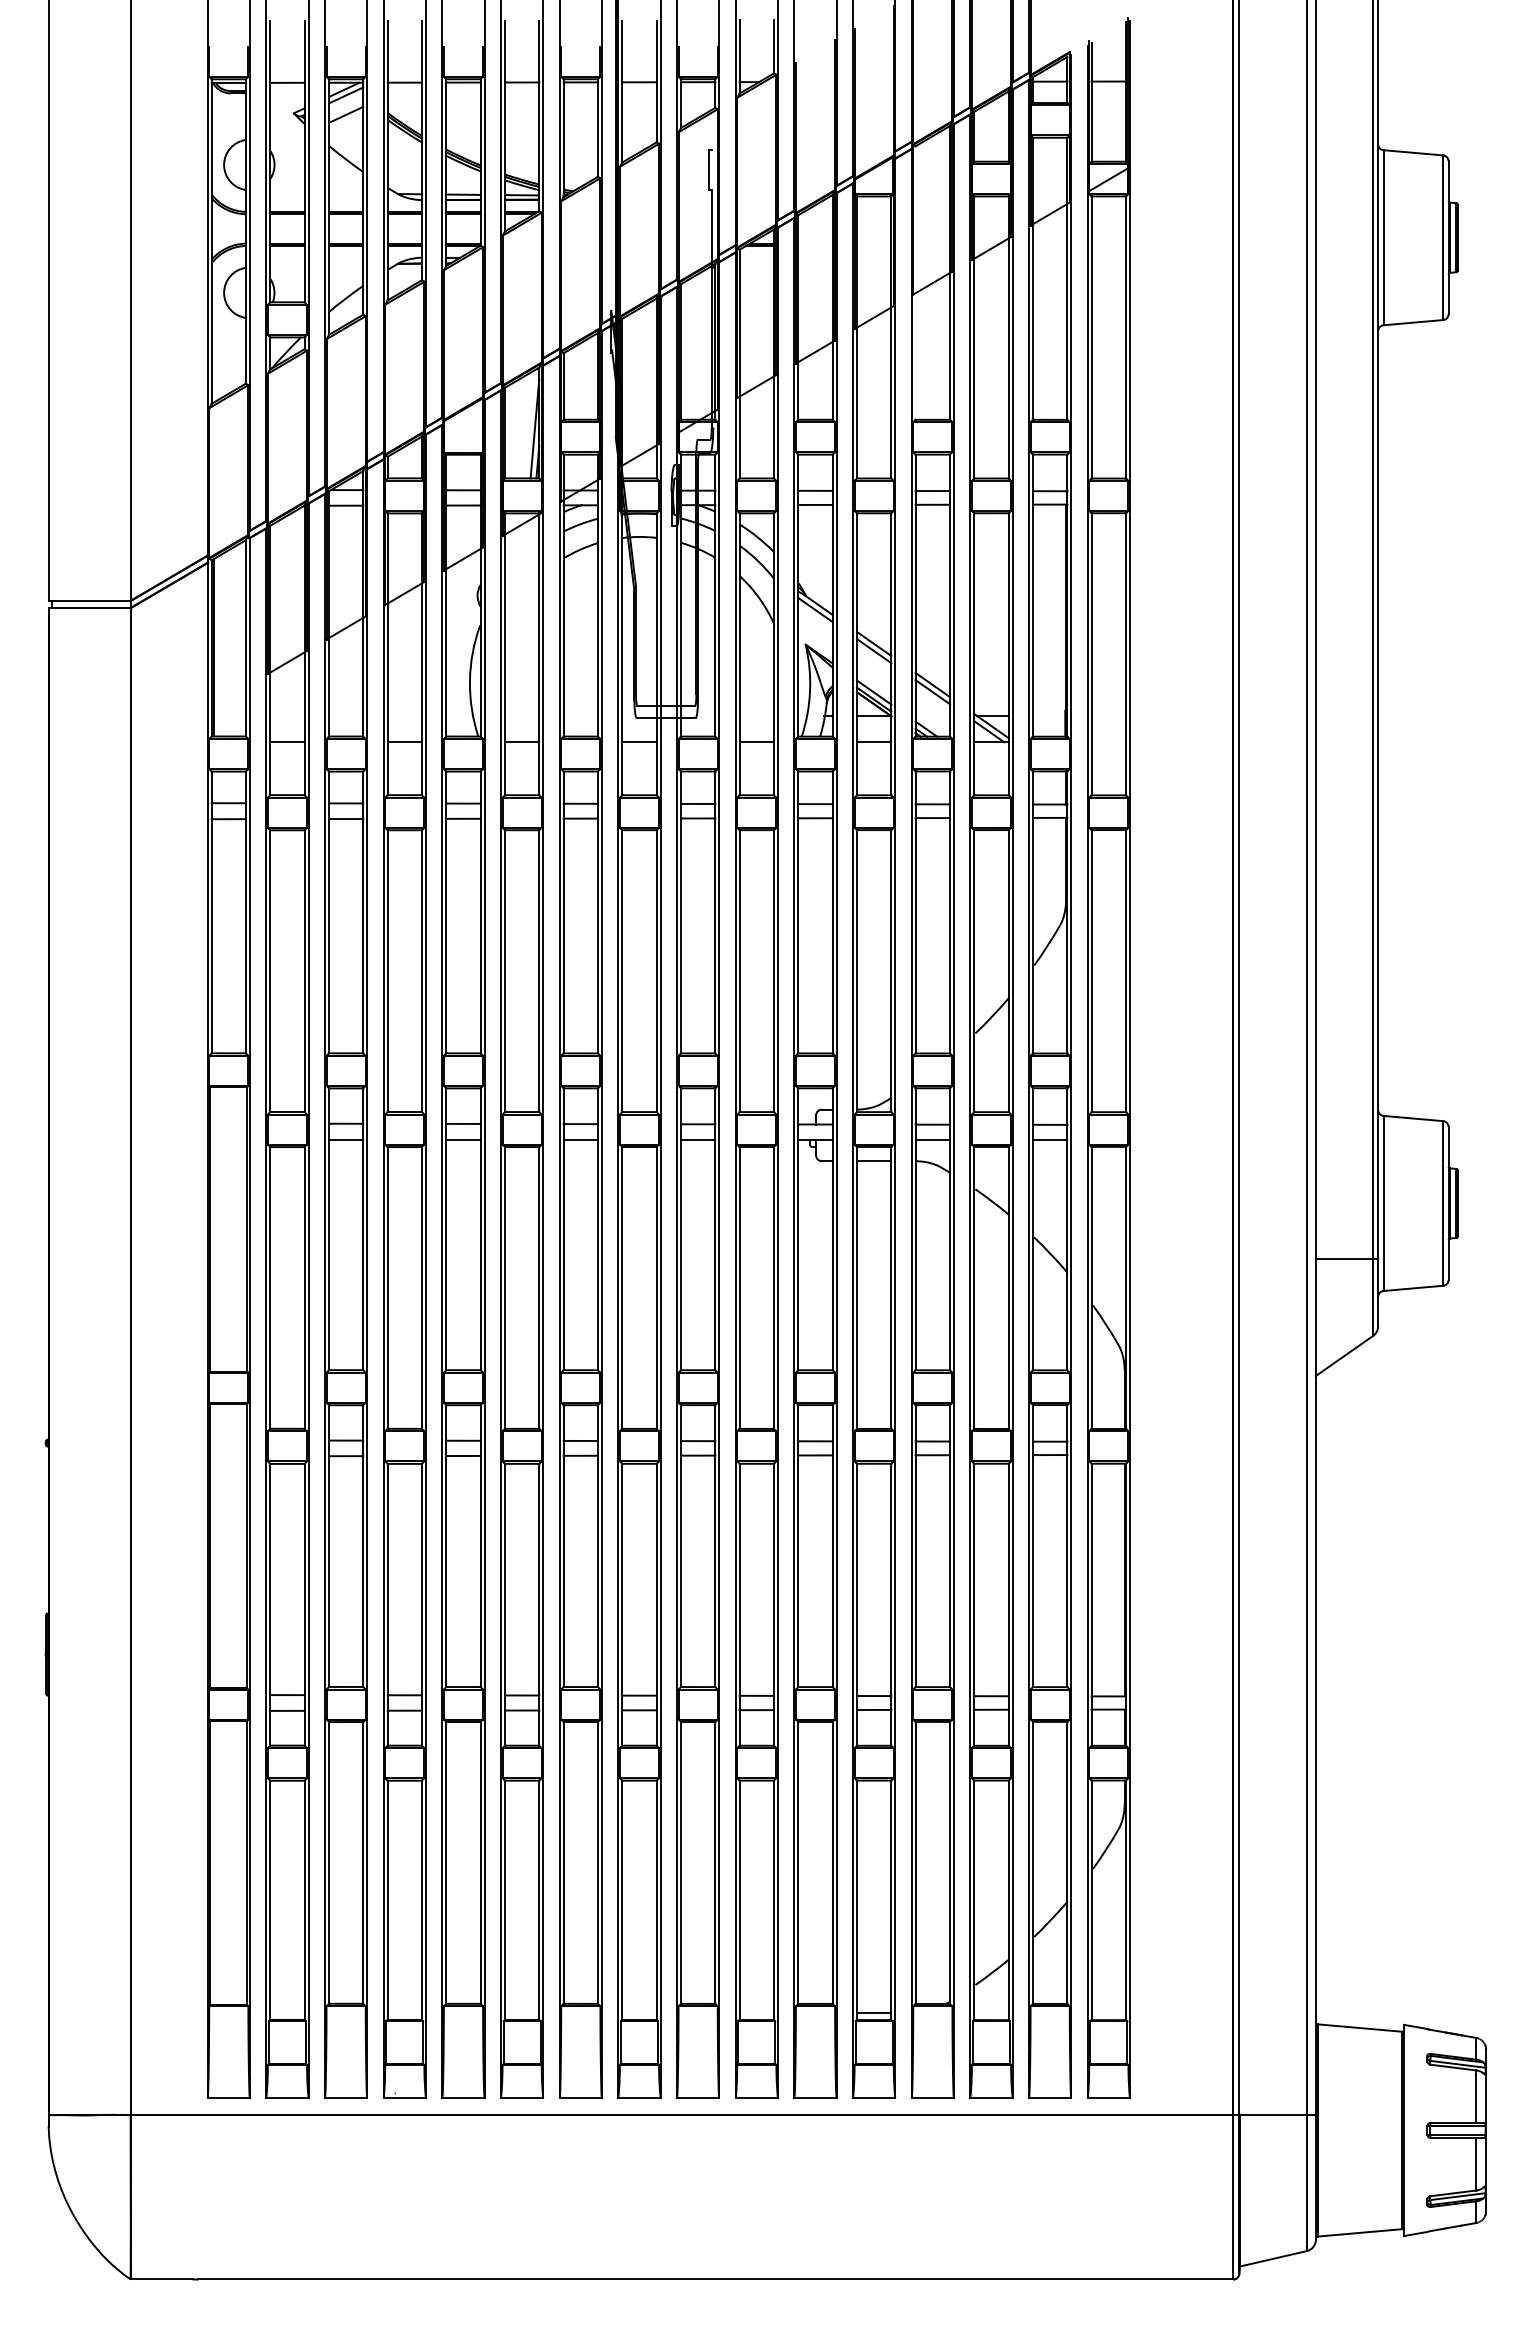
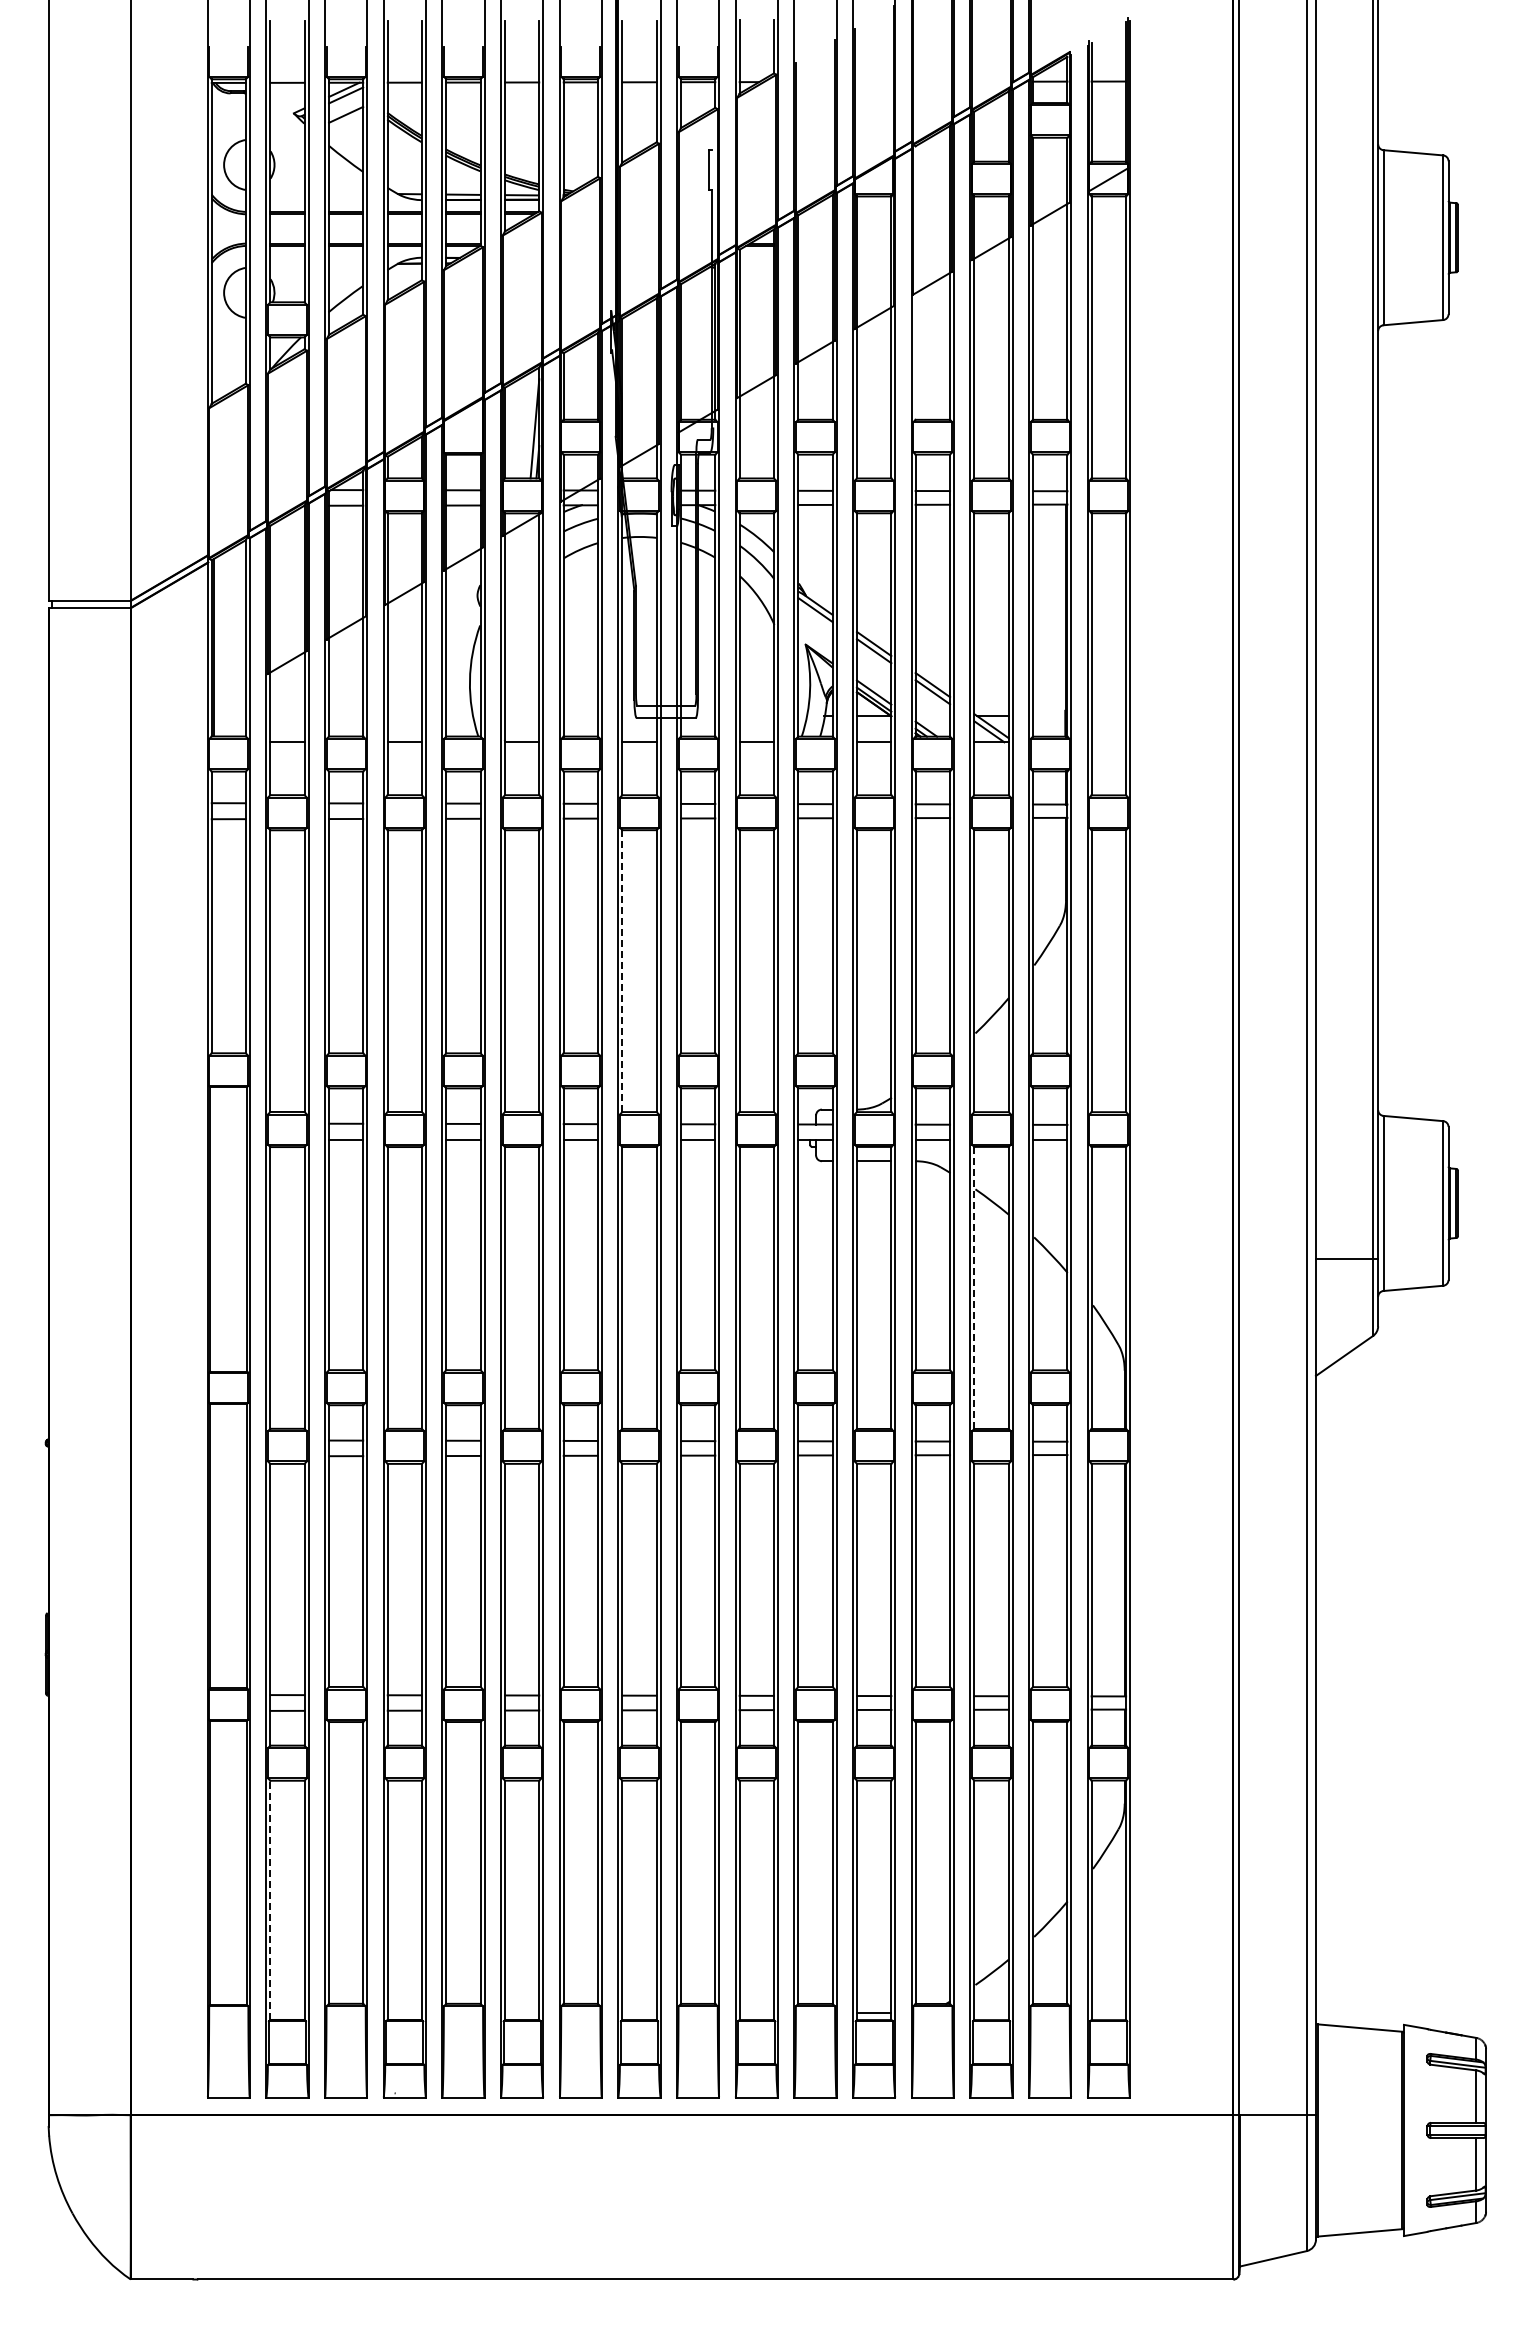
line at (622, 971): solid -> dashed
line at (974, 1287): solid -> dashed
line at (270, 1900): solid -> dashed
